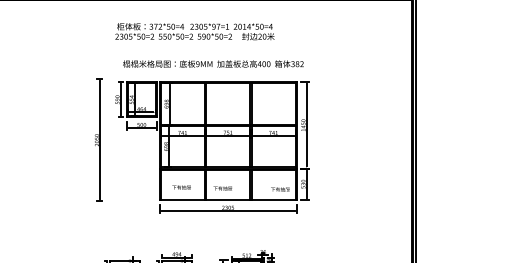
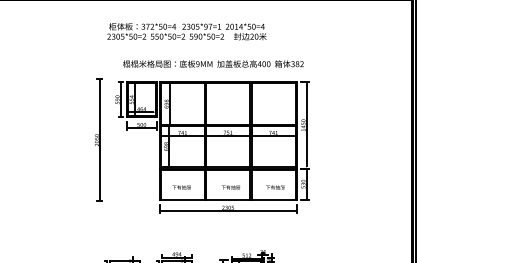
text at (194, 31) position: (194, 31) -> (186, 31)
text at (222, 188) position: (222, 188) -> (230, 187)
text at (280, 189) position: (280, 189) -> (275, 187)
